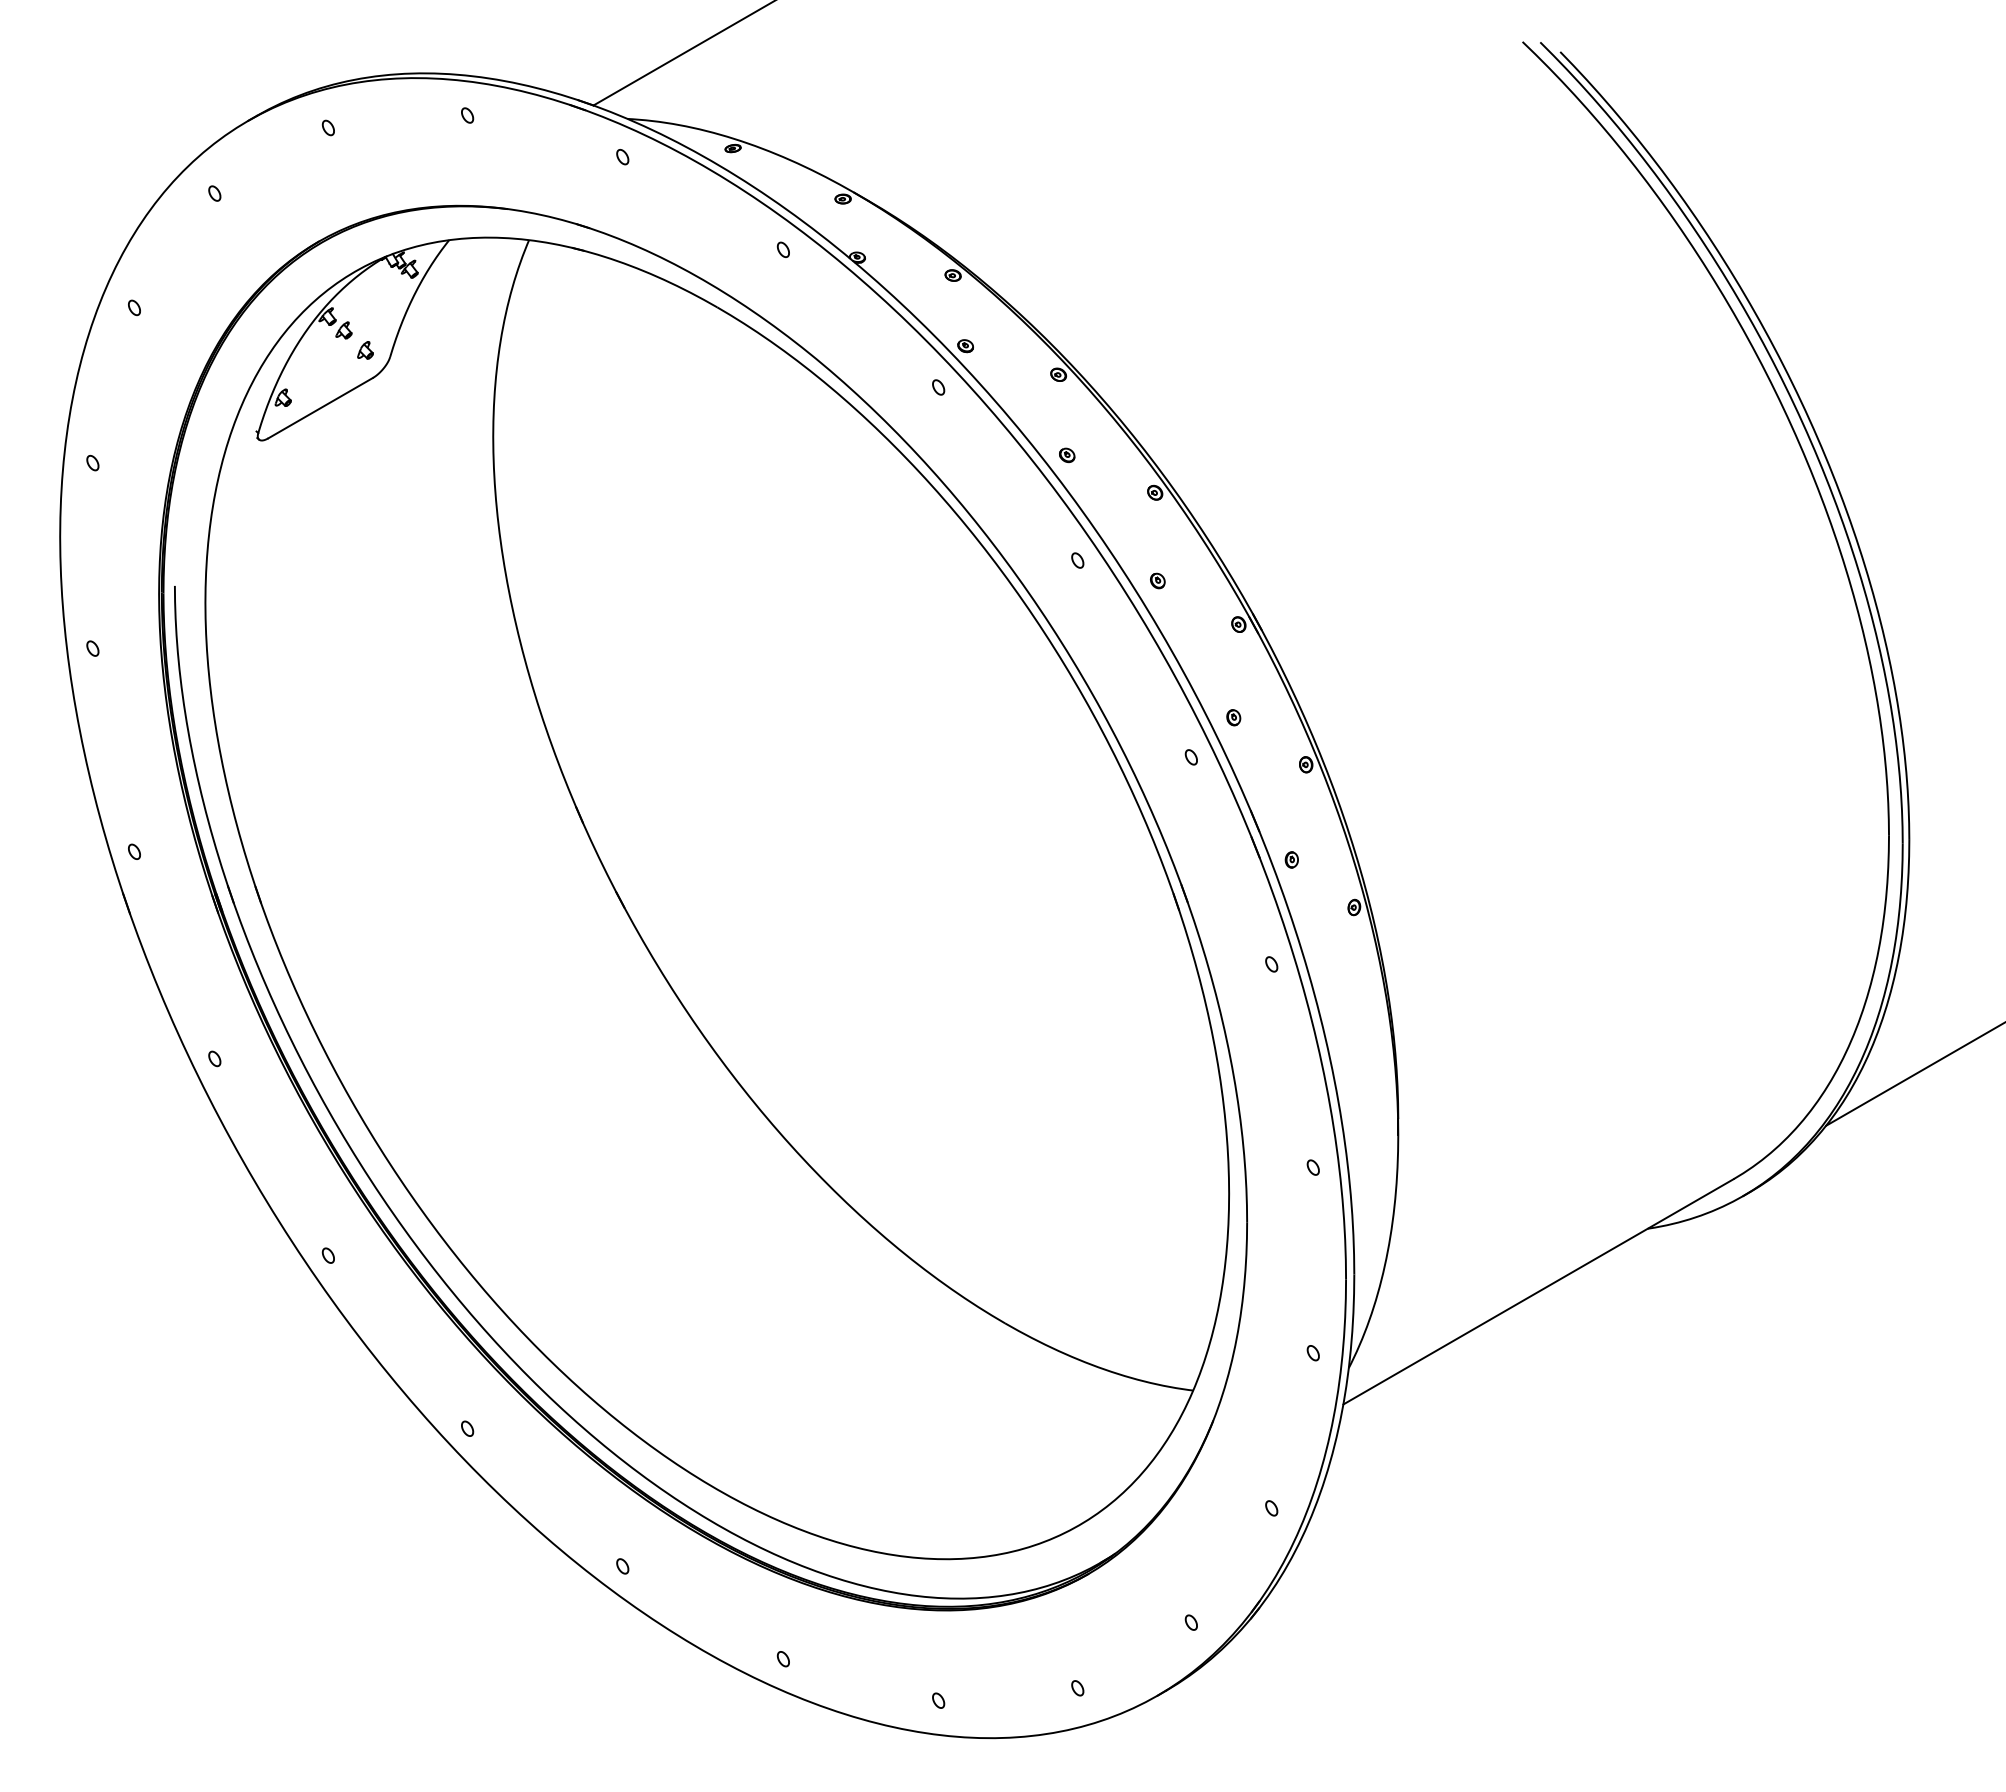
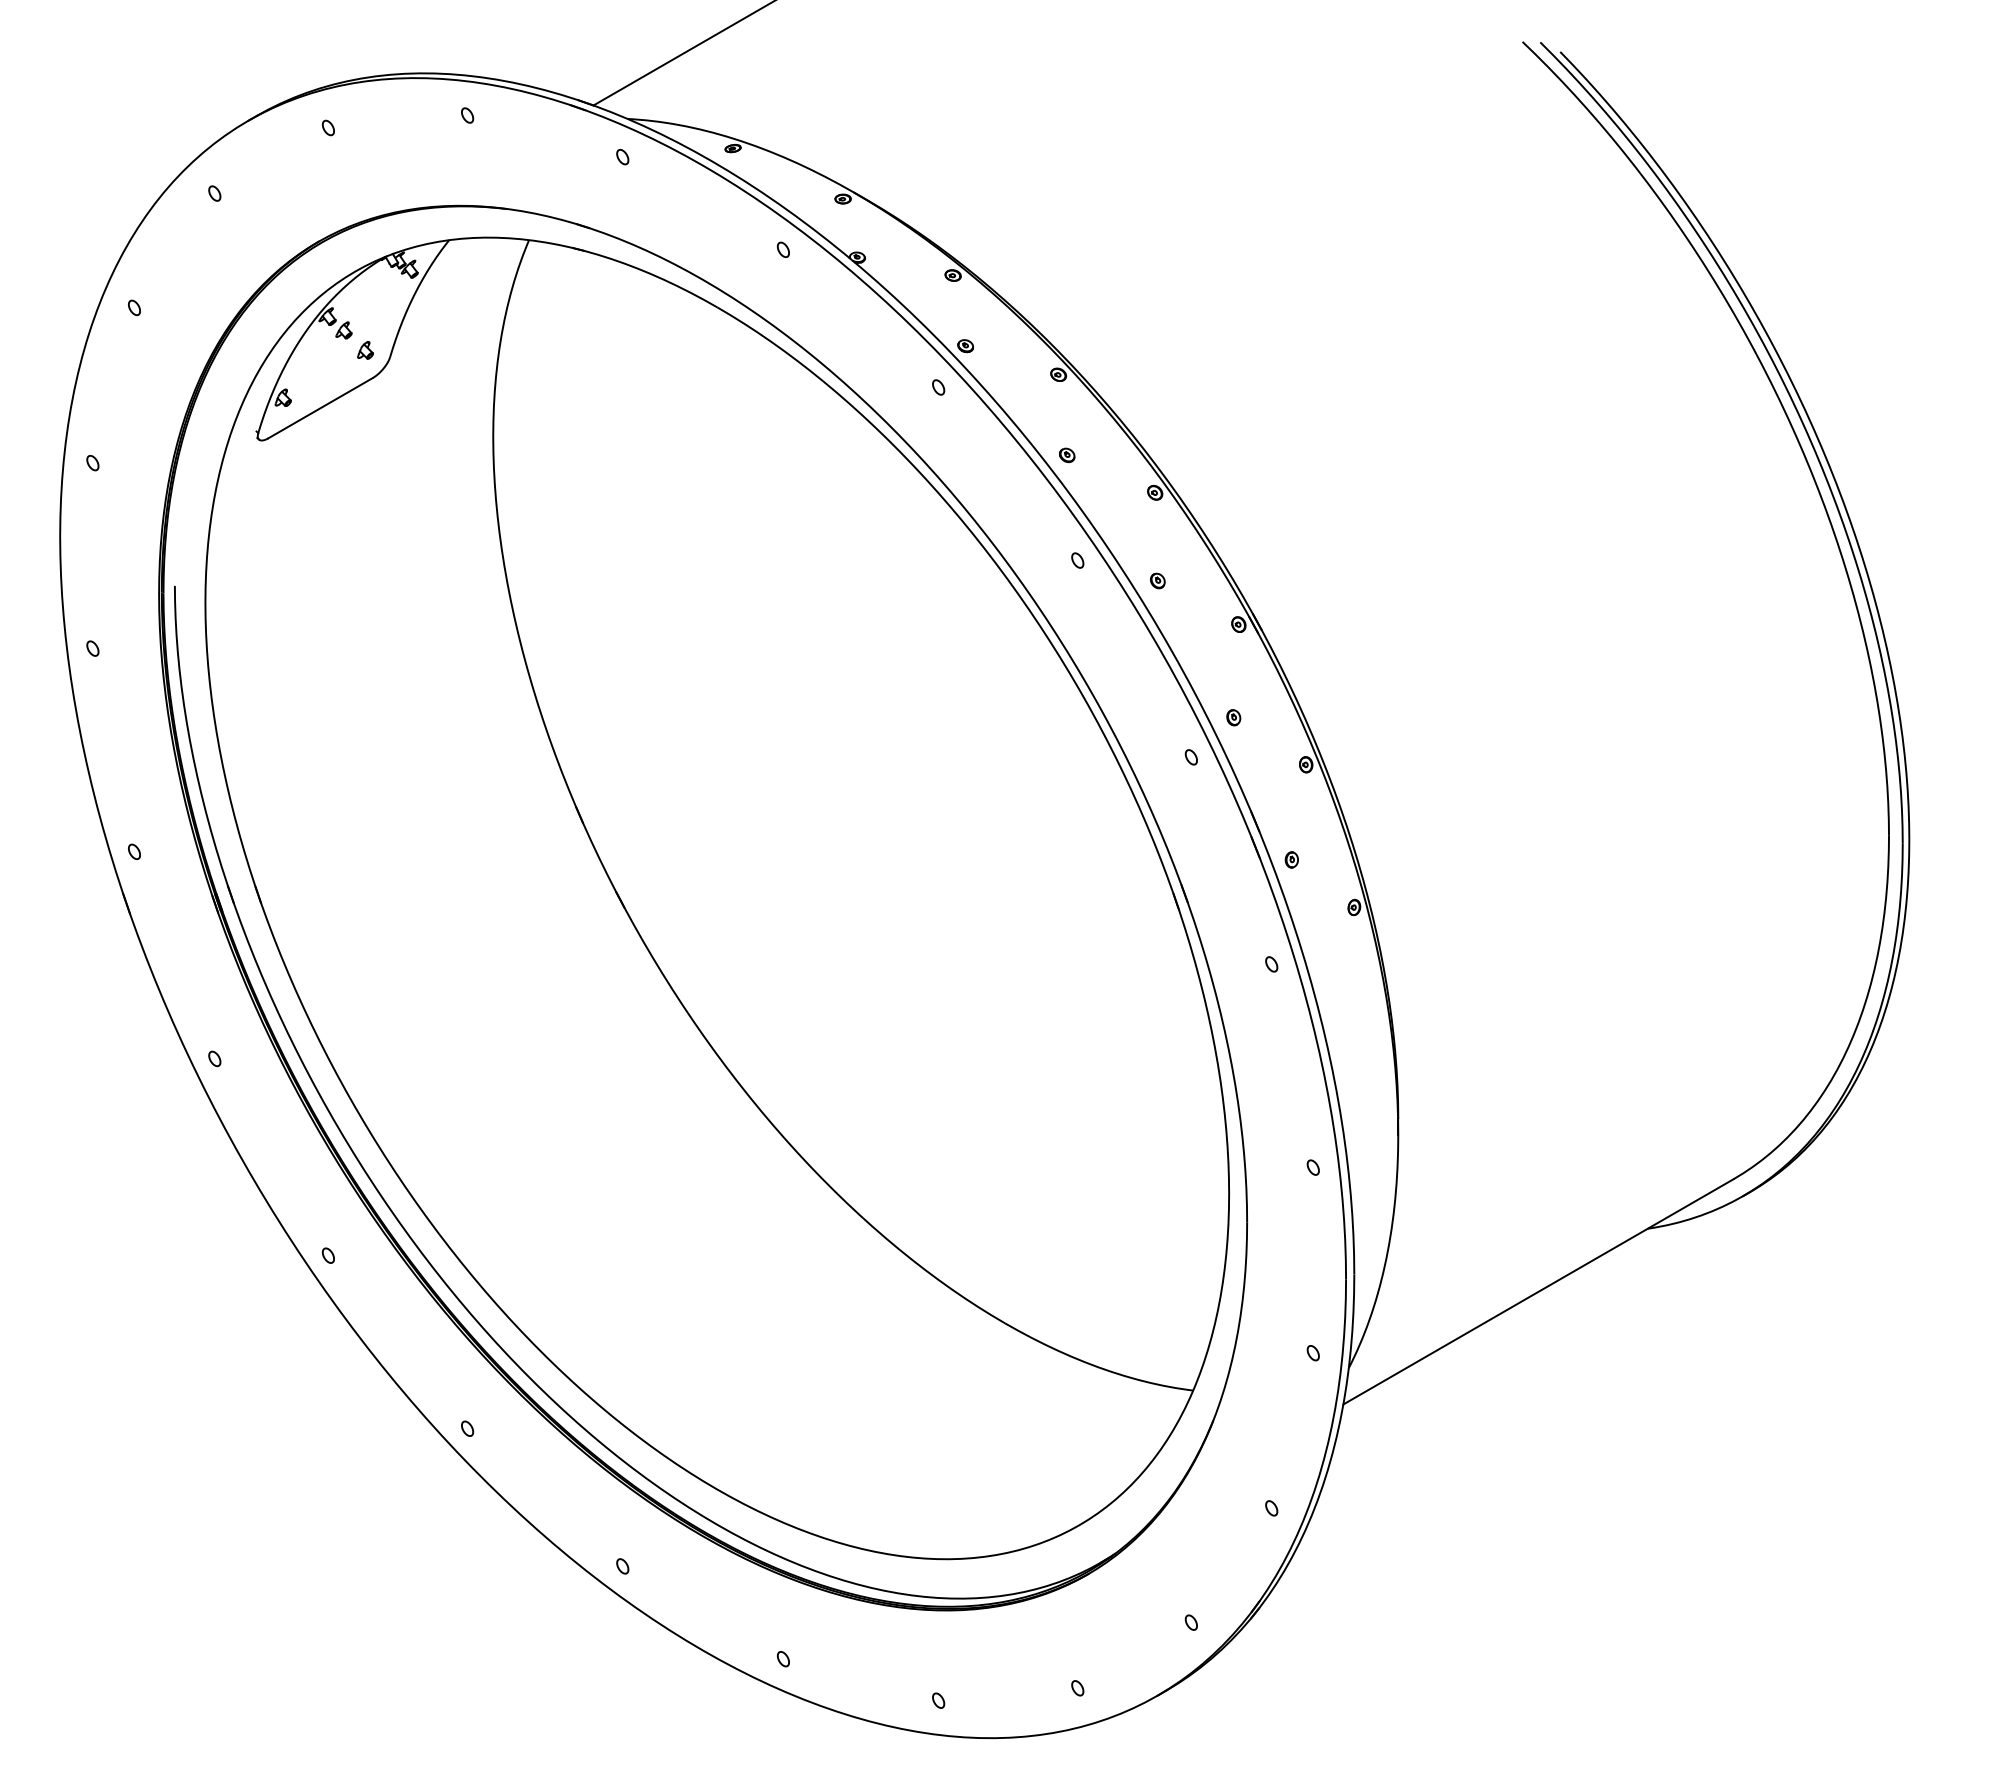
line at (1914, 1074): present -> none
